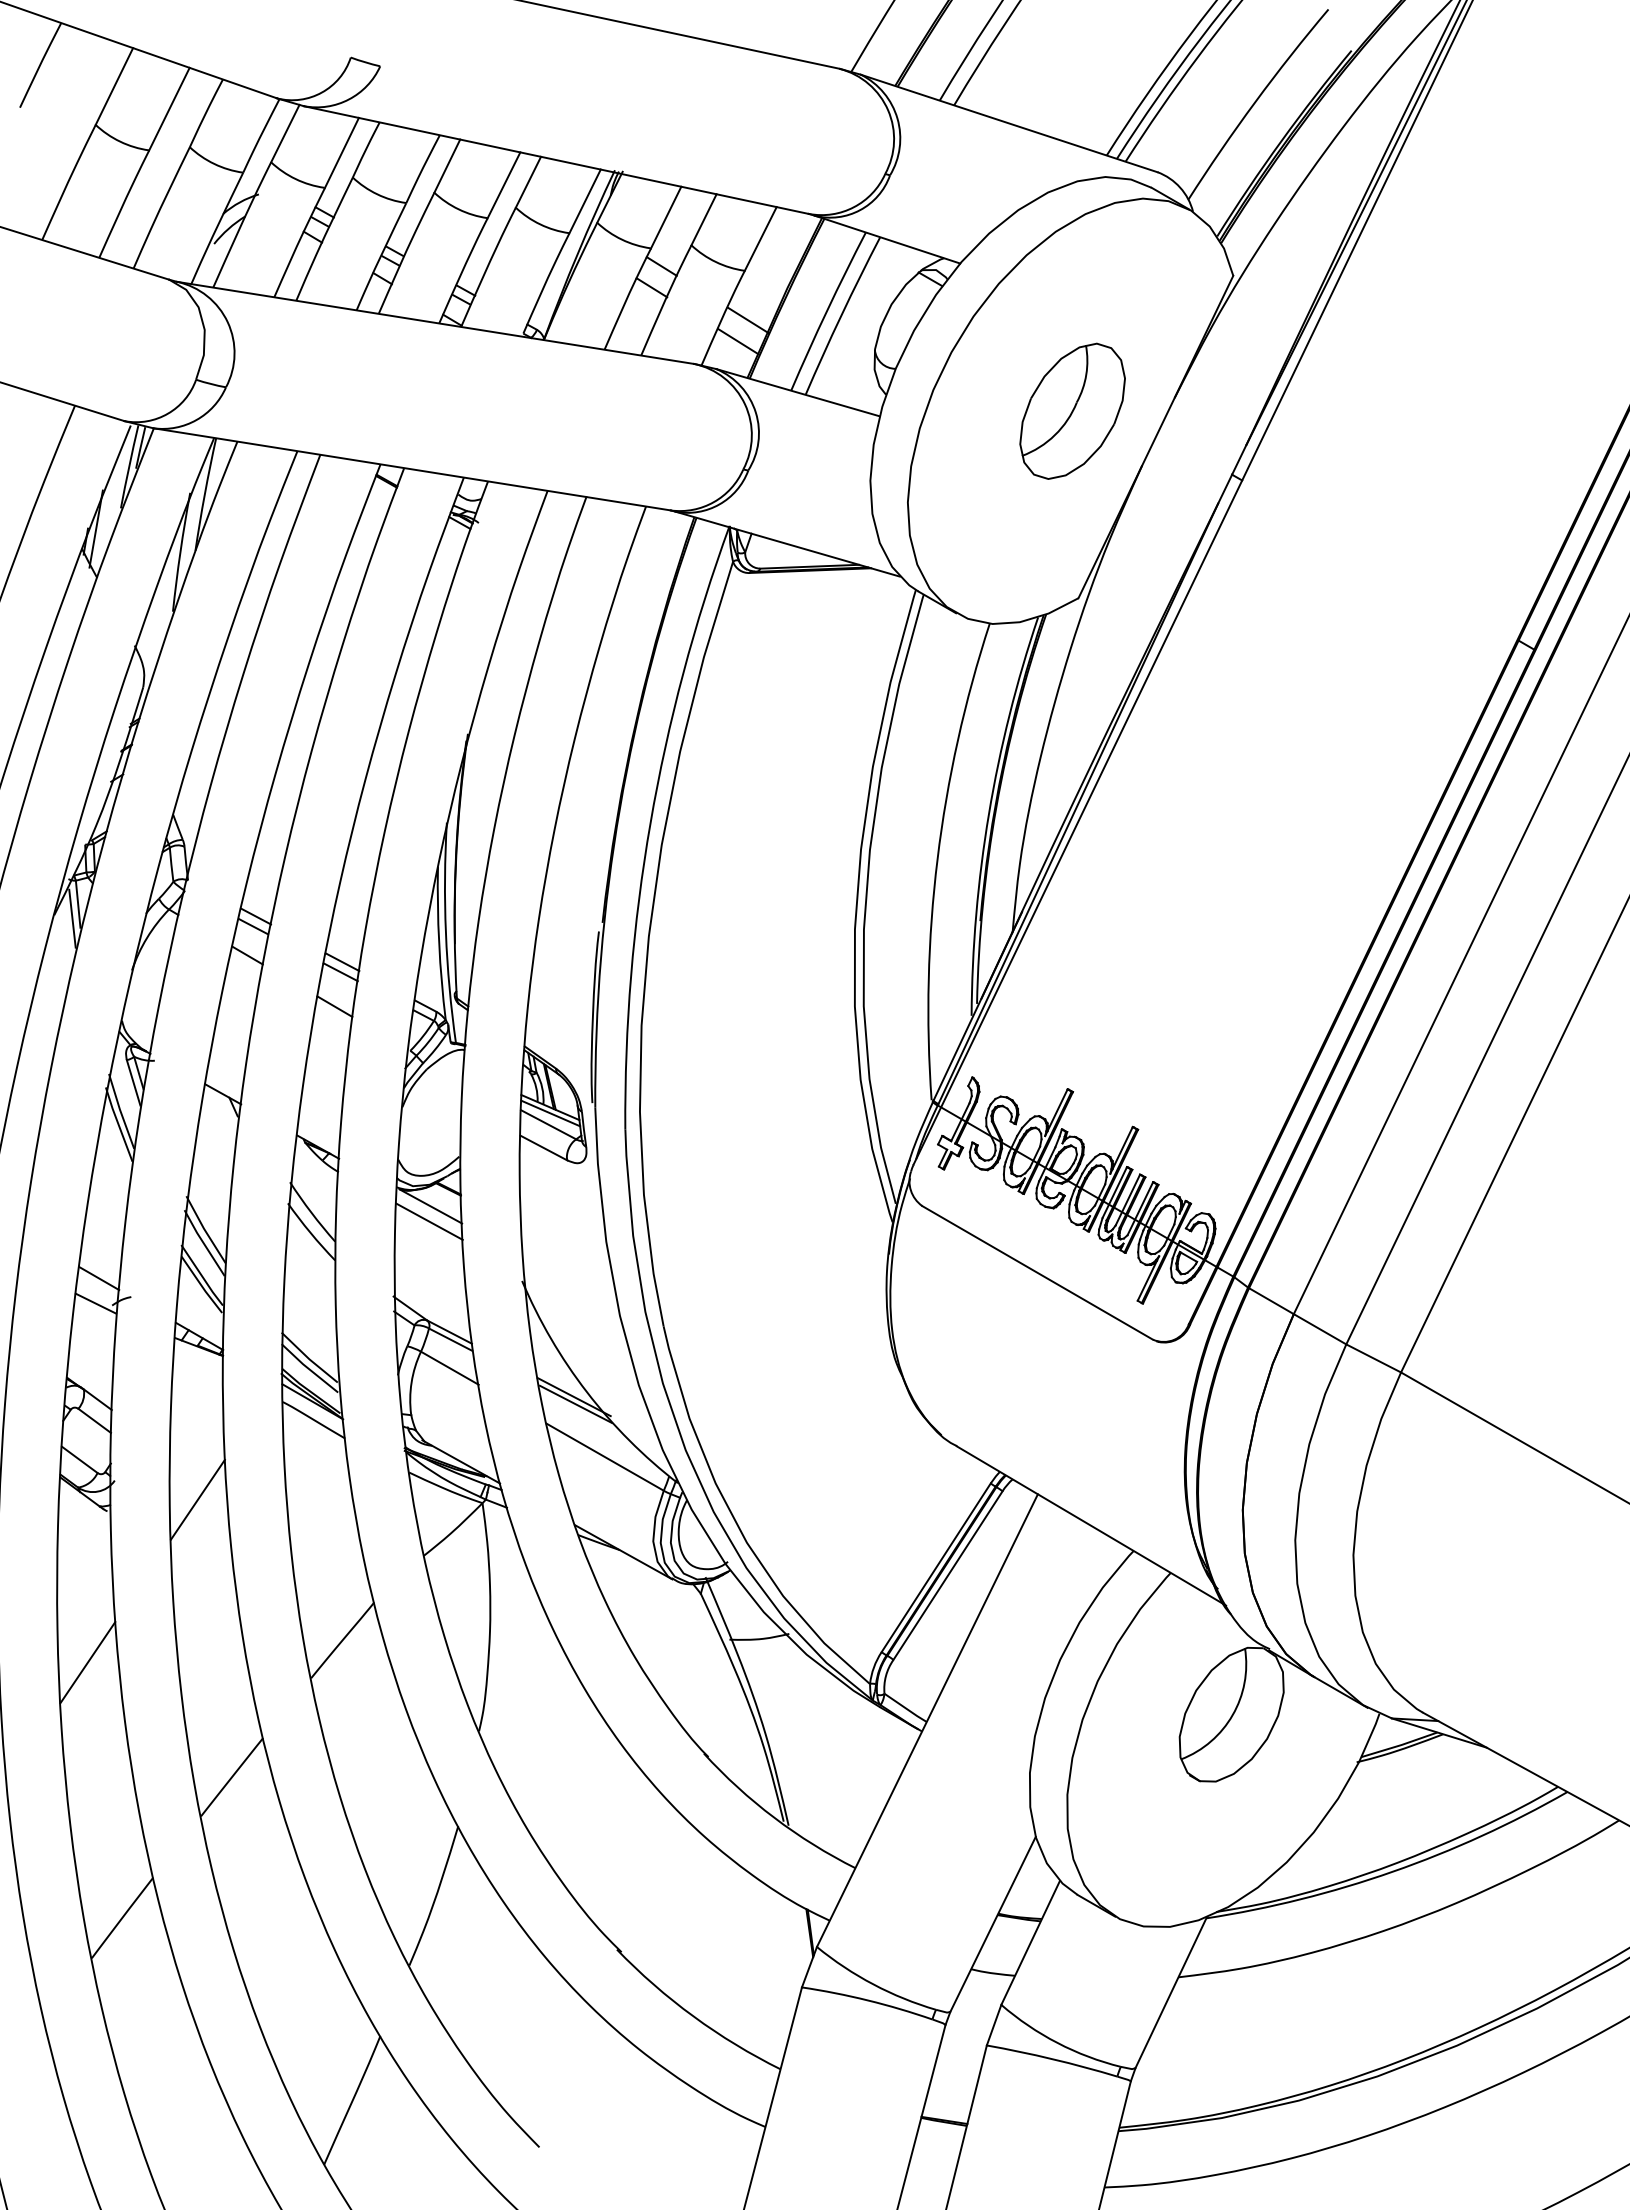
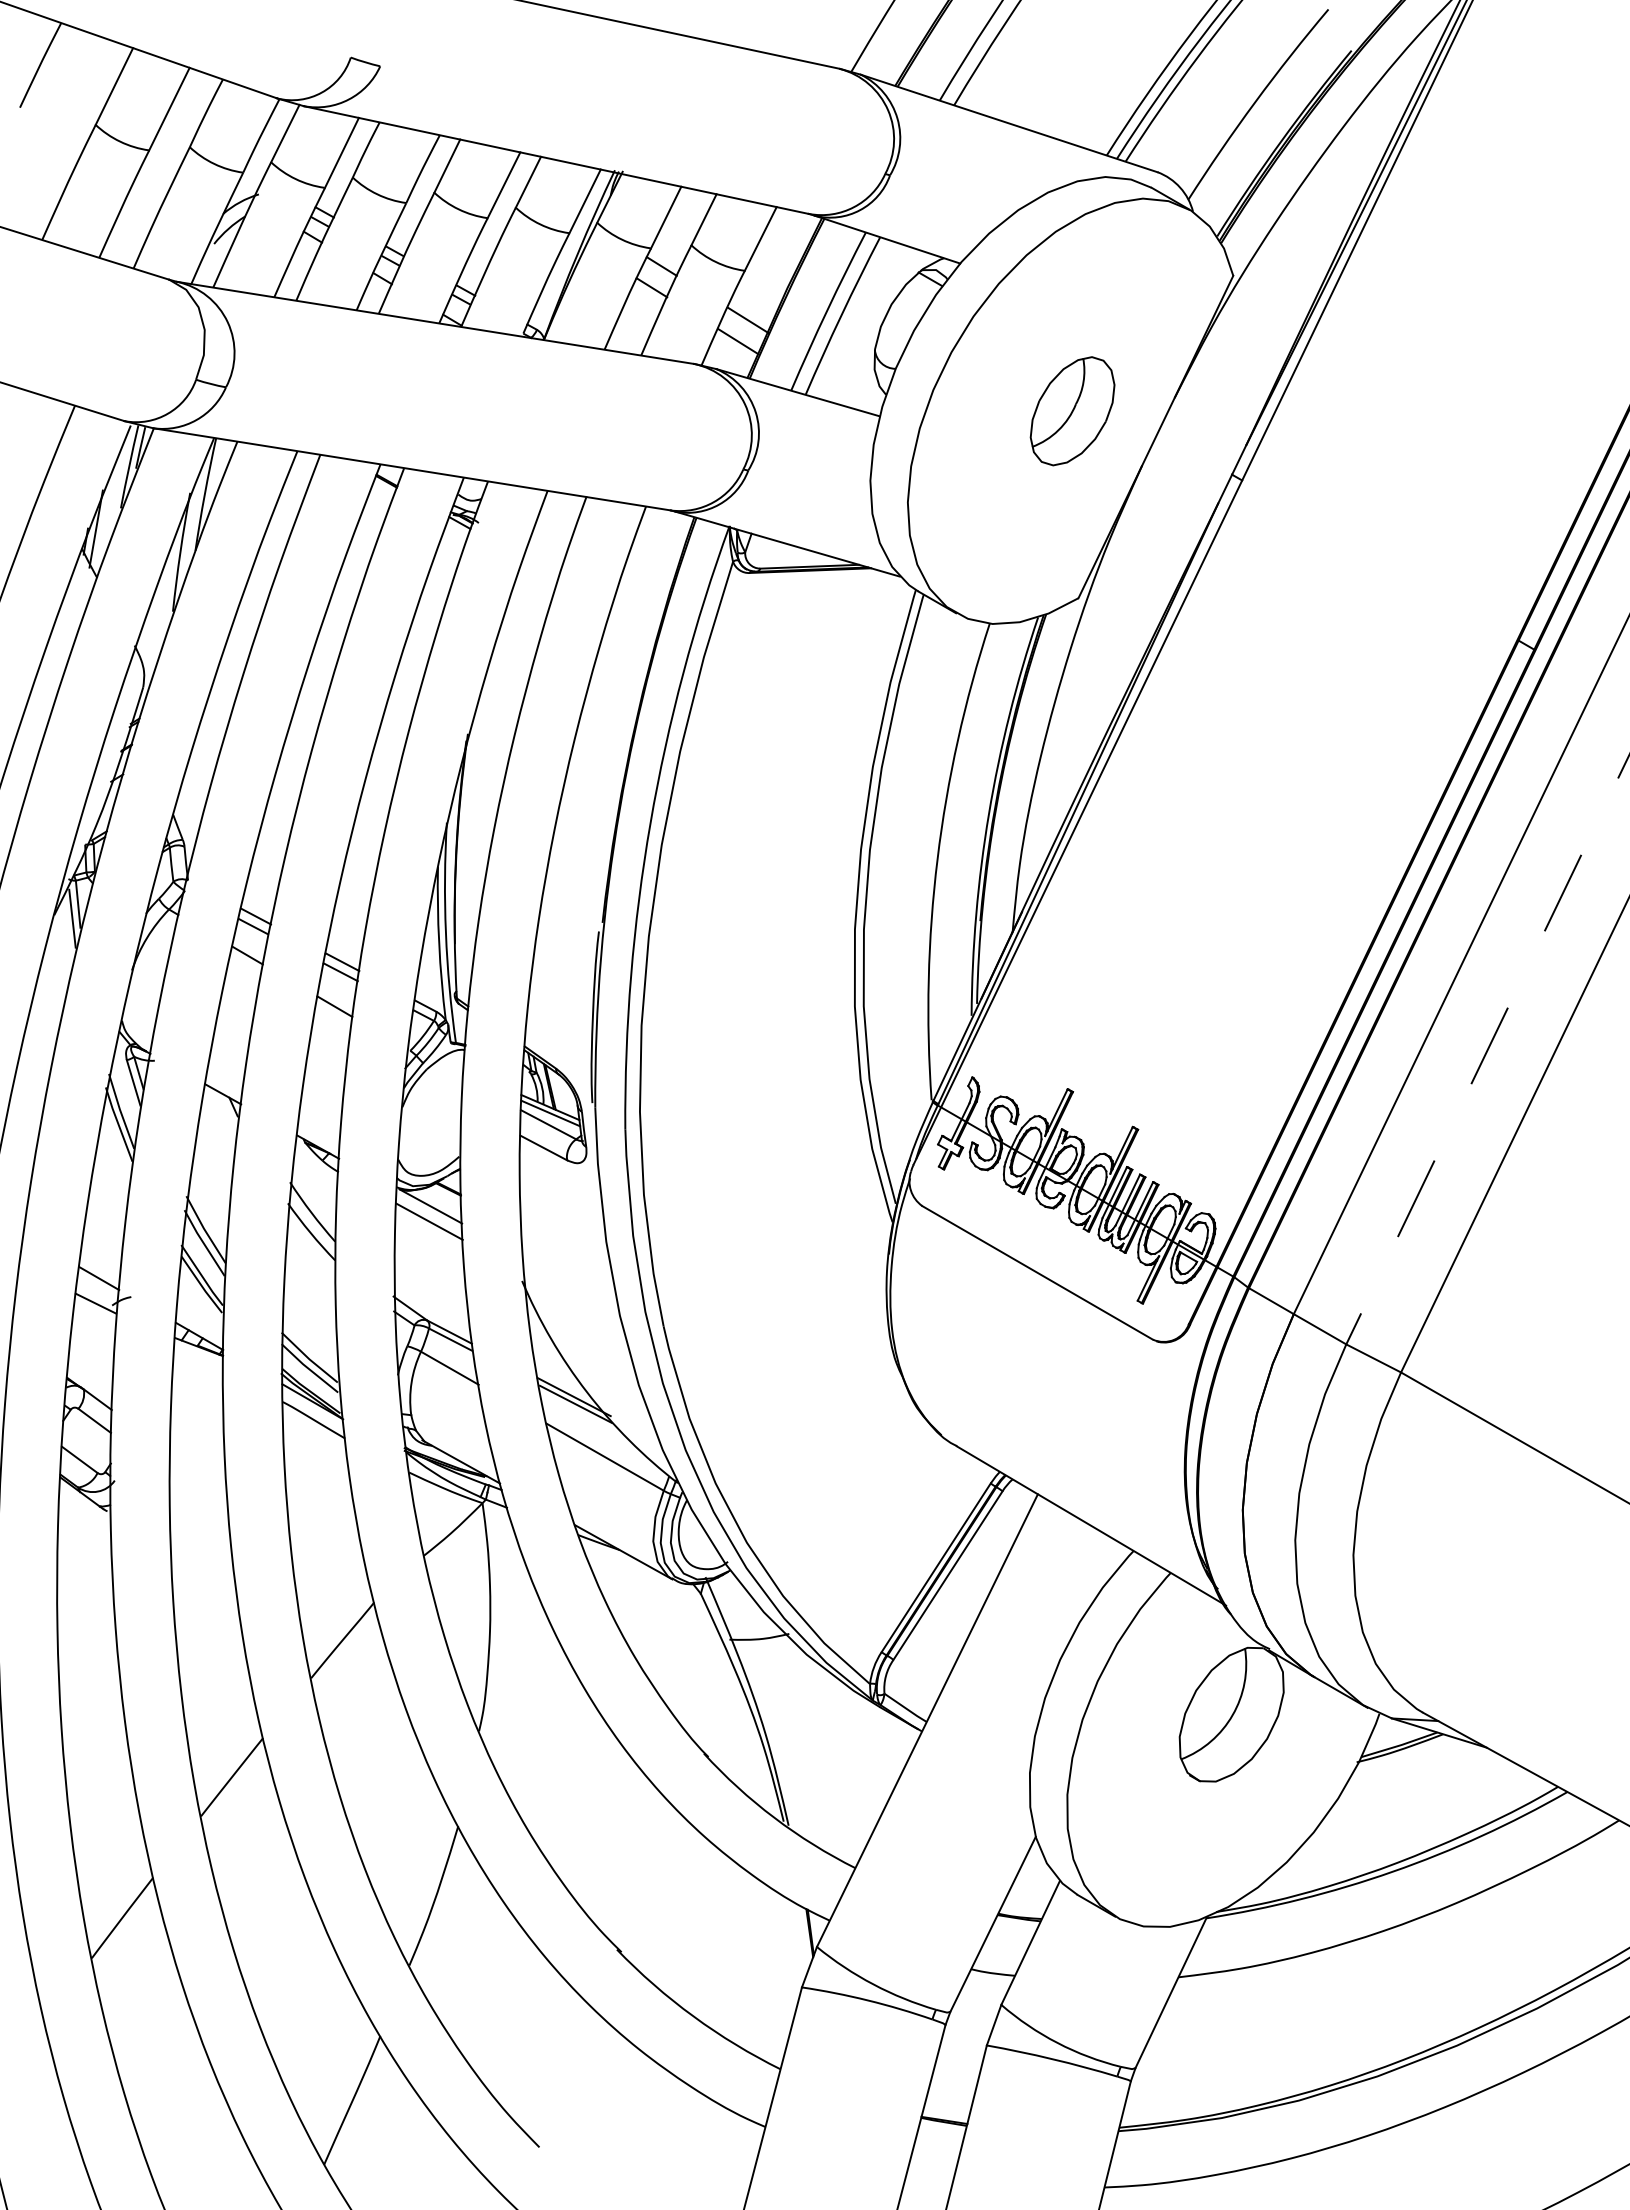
part at (1072, 410) size: 107x138 px -> 87x111 px
line at (1487, 1049): solid -> dashed
line at (197, 1499): present -> none
line at (87, 1662): present -> none
